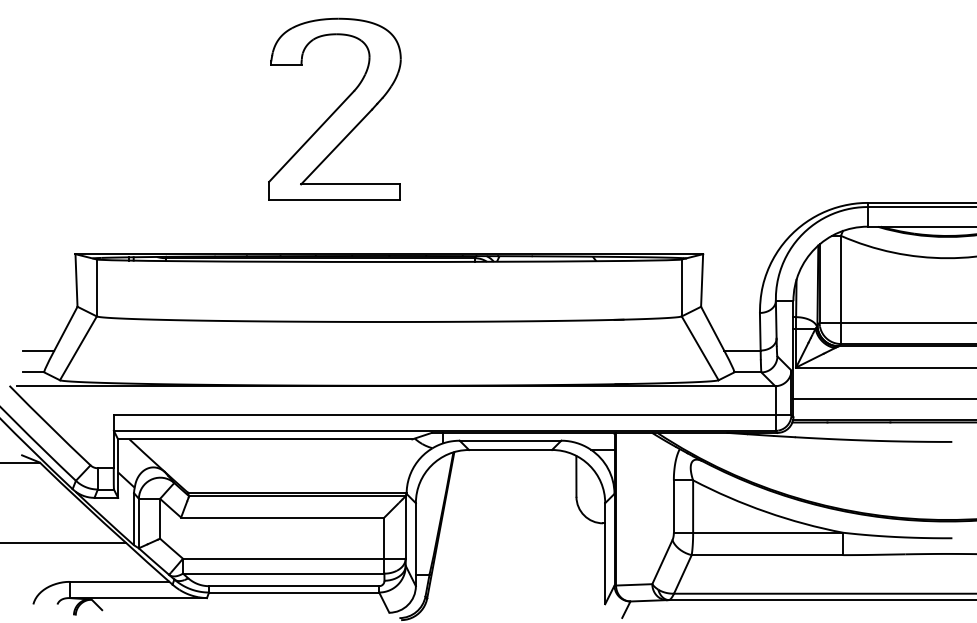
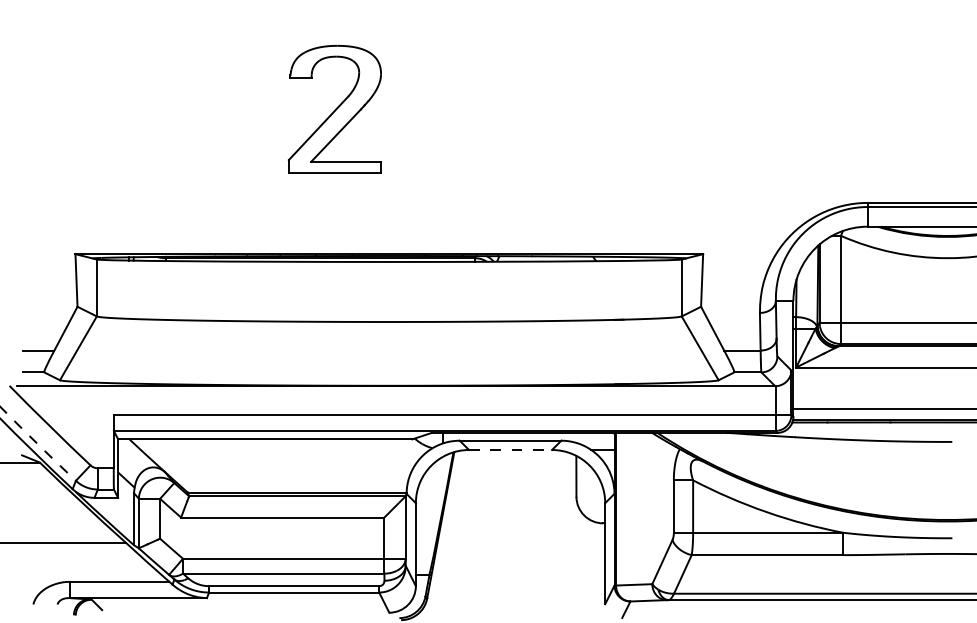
part at (334, 108) size: 134x184 px -> 95x130 px
line at (883, 398) position: (883, 398) -> (883, 408)
arc at (38, 444): solid -> dashed
line at (511, 450): solid -> dashed
